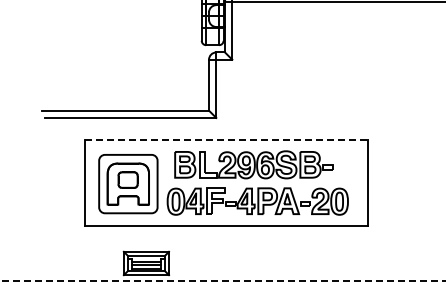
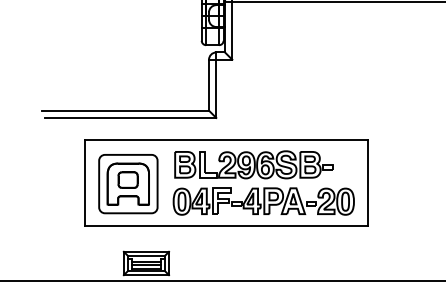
line at (226, 140): dashed -> solid
part at (257, 201) position: (257, 201) -> (263, 201)
line at (223, 280): dashed -> solid
